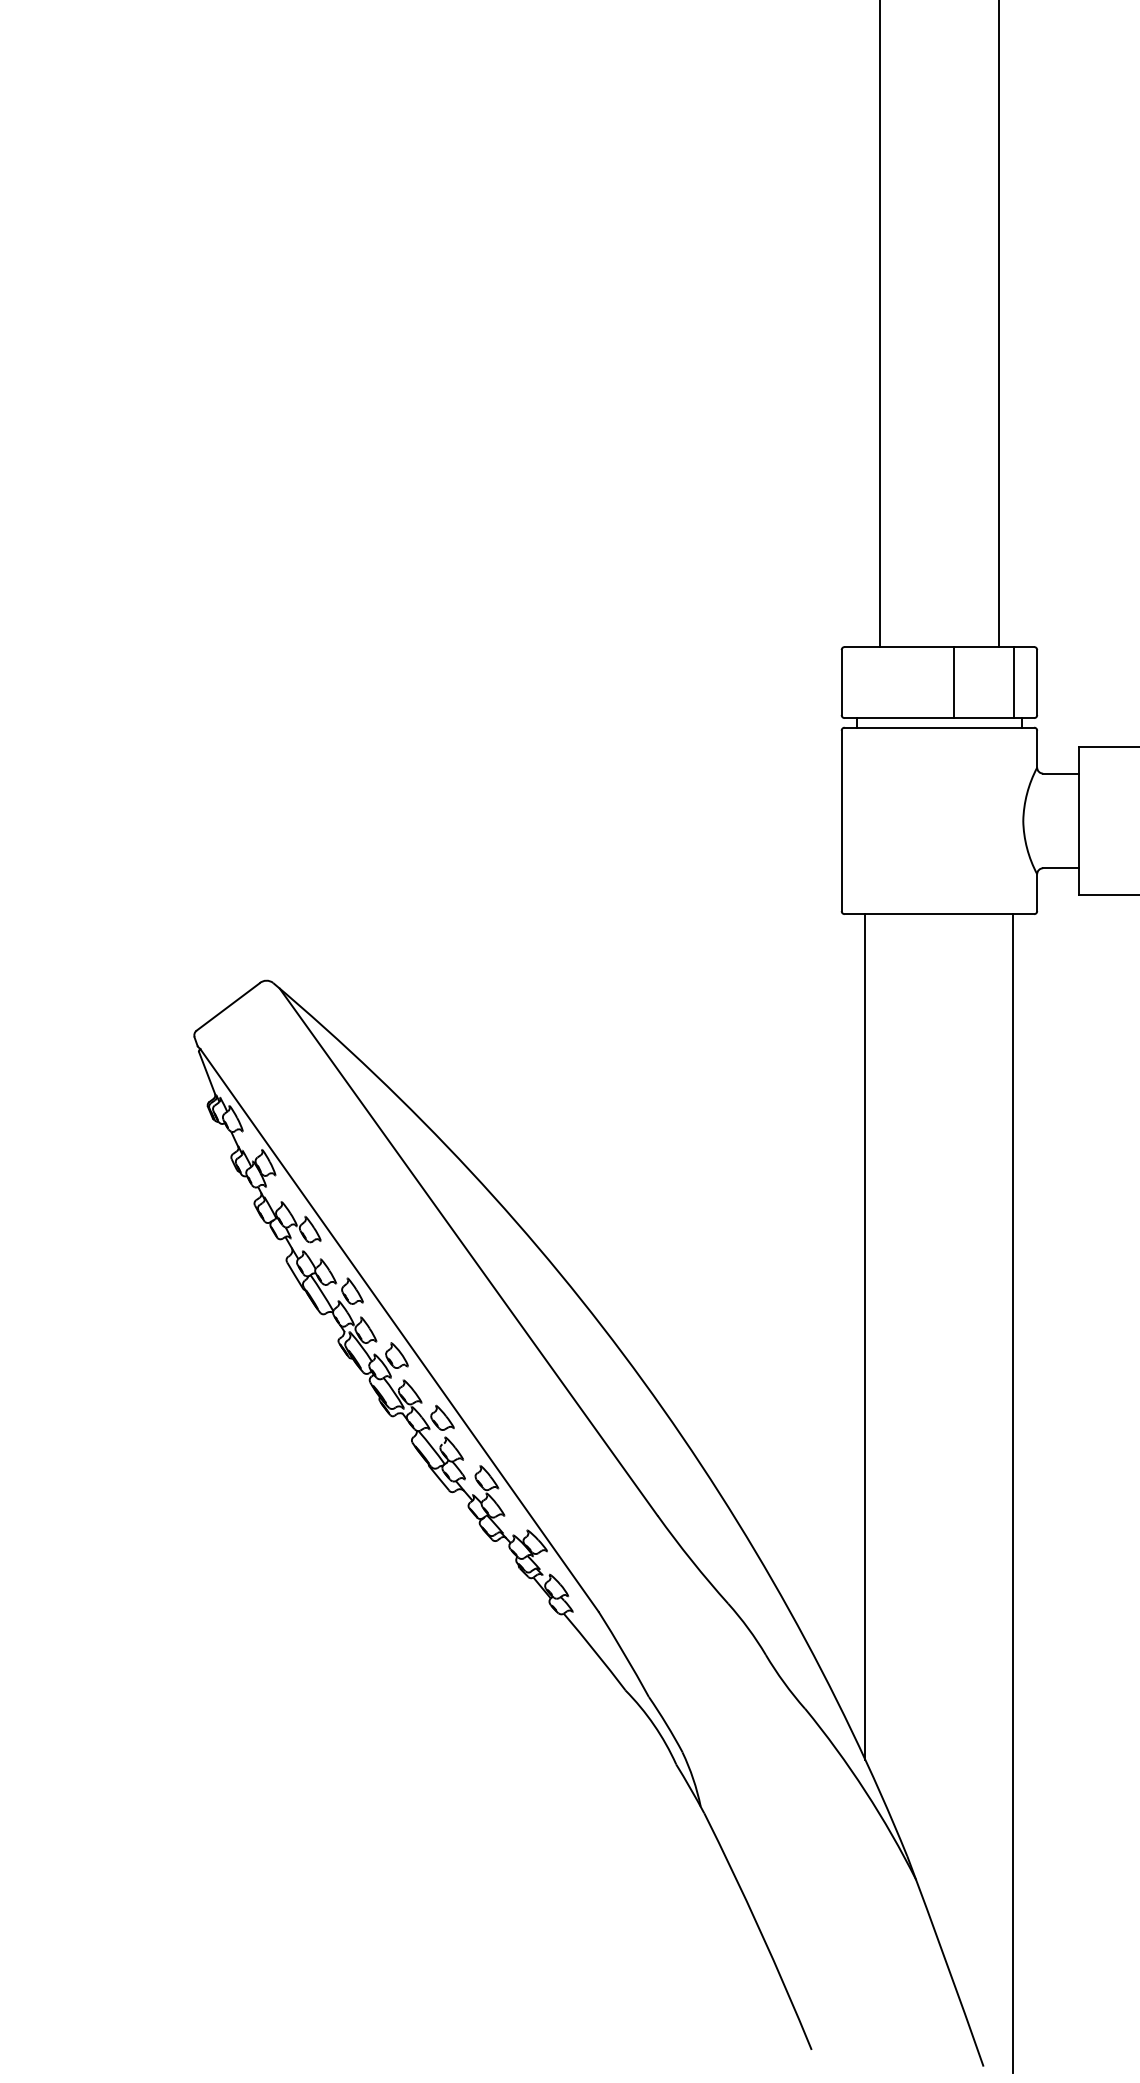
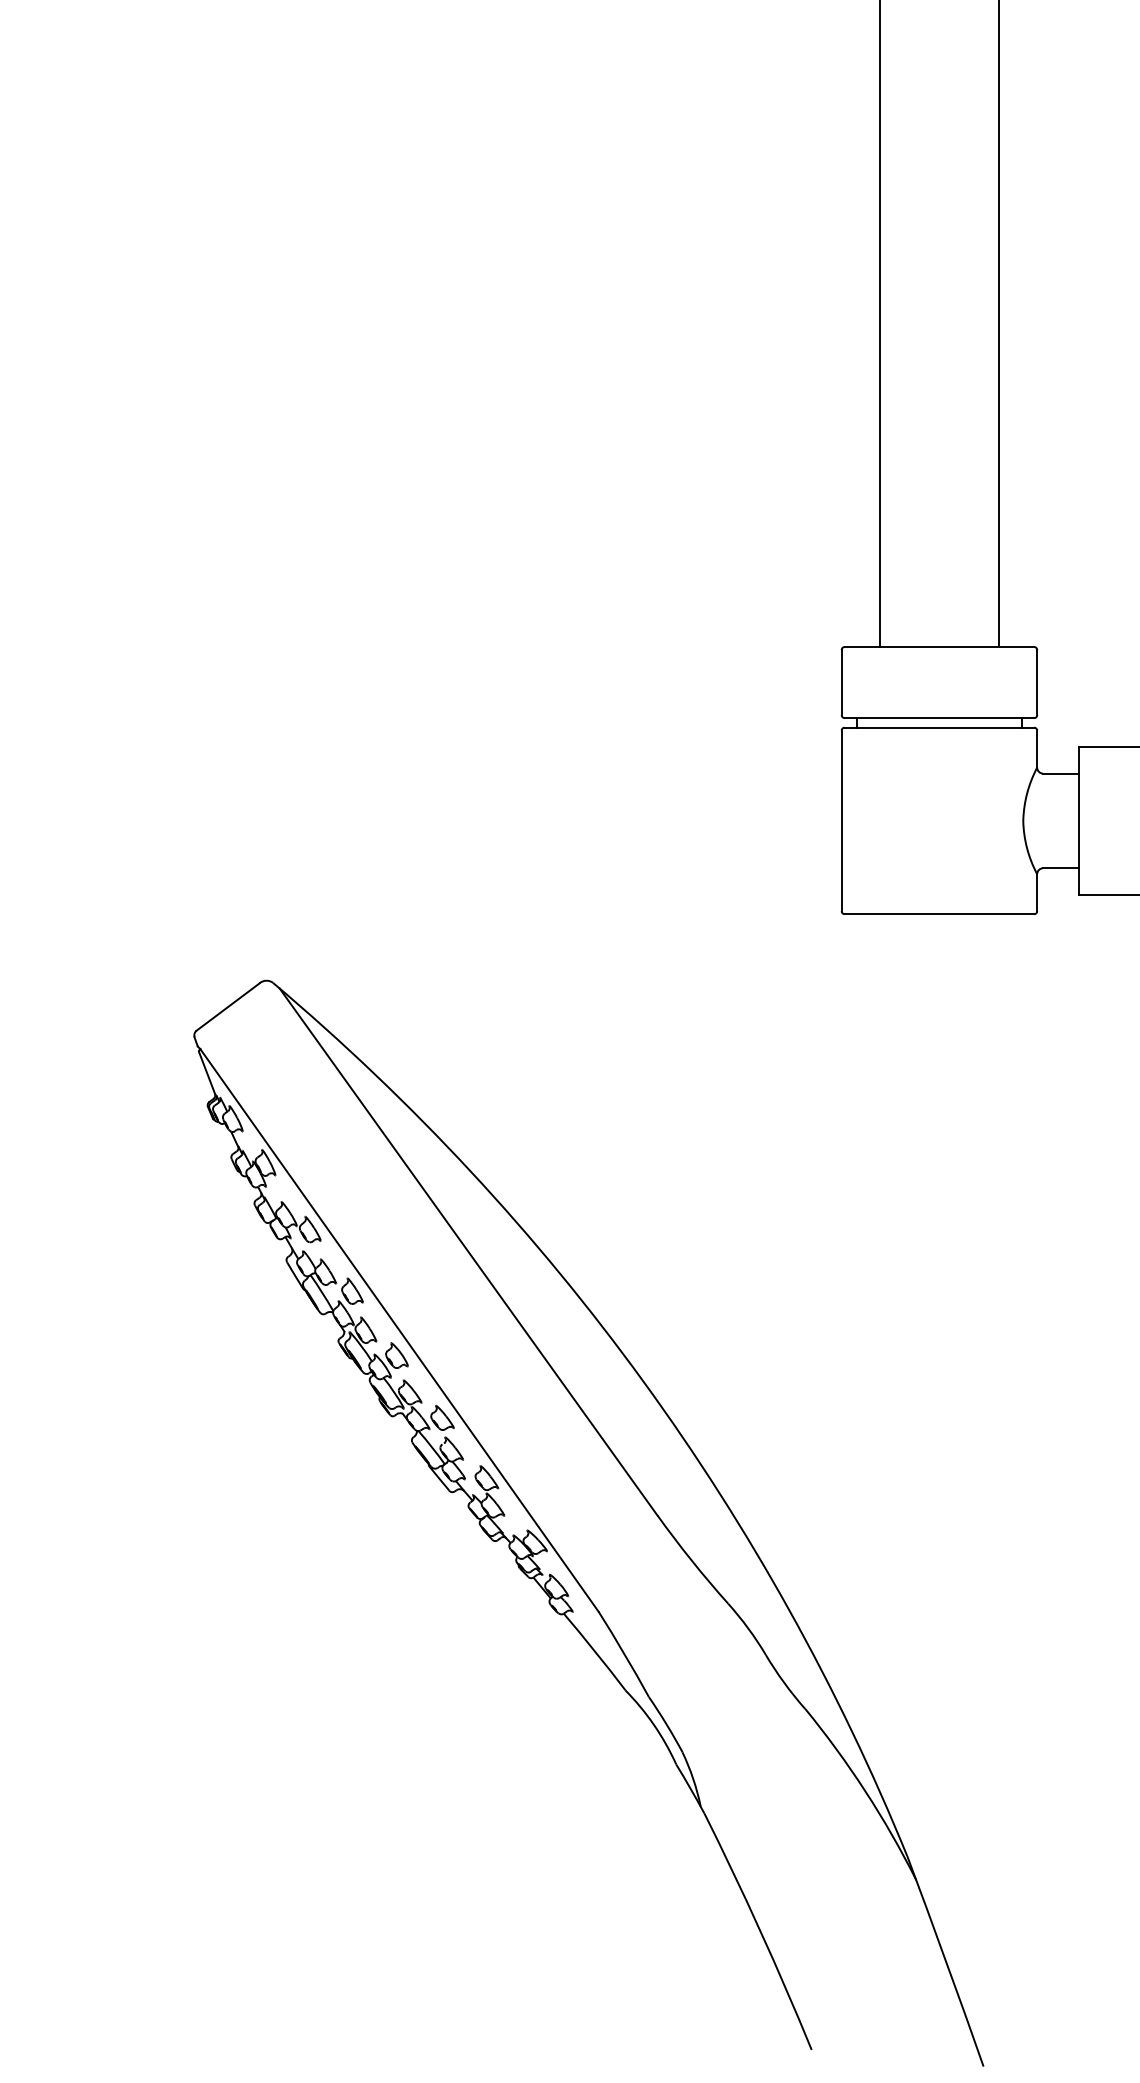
line at (953, 682): present -> none
line at (1013, 682): present -> none
line at (865, 1336): present -> none
line at (1013, 1493): present -> none
